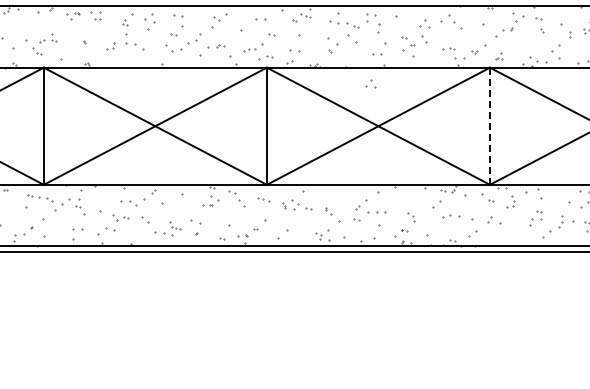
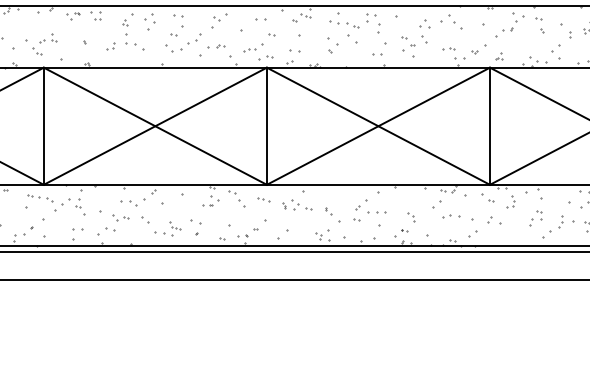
part at (370, 83): present -> none
line at (490, 126): dashed -> solid
line at (294, 279): none -> present
